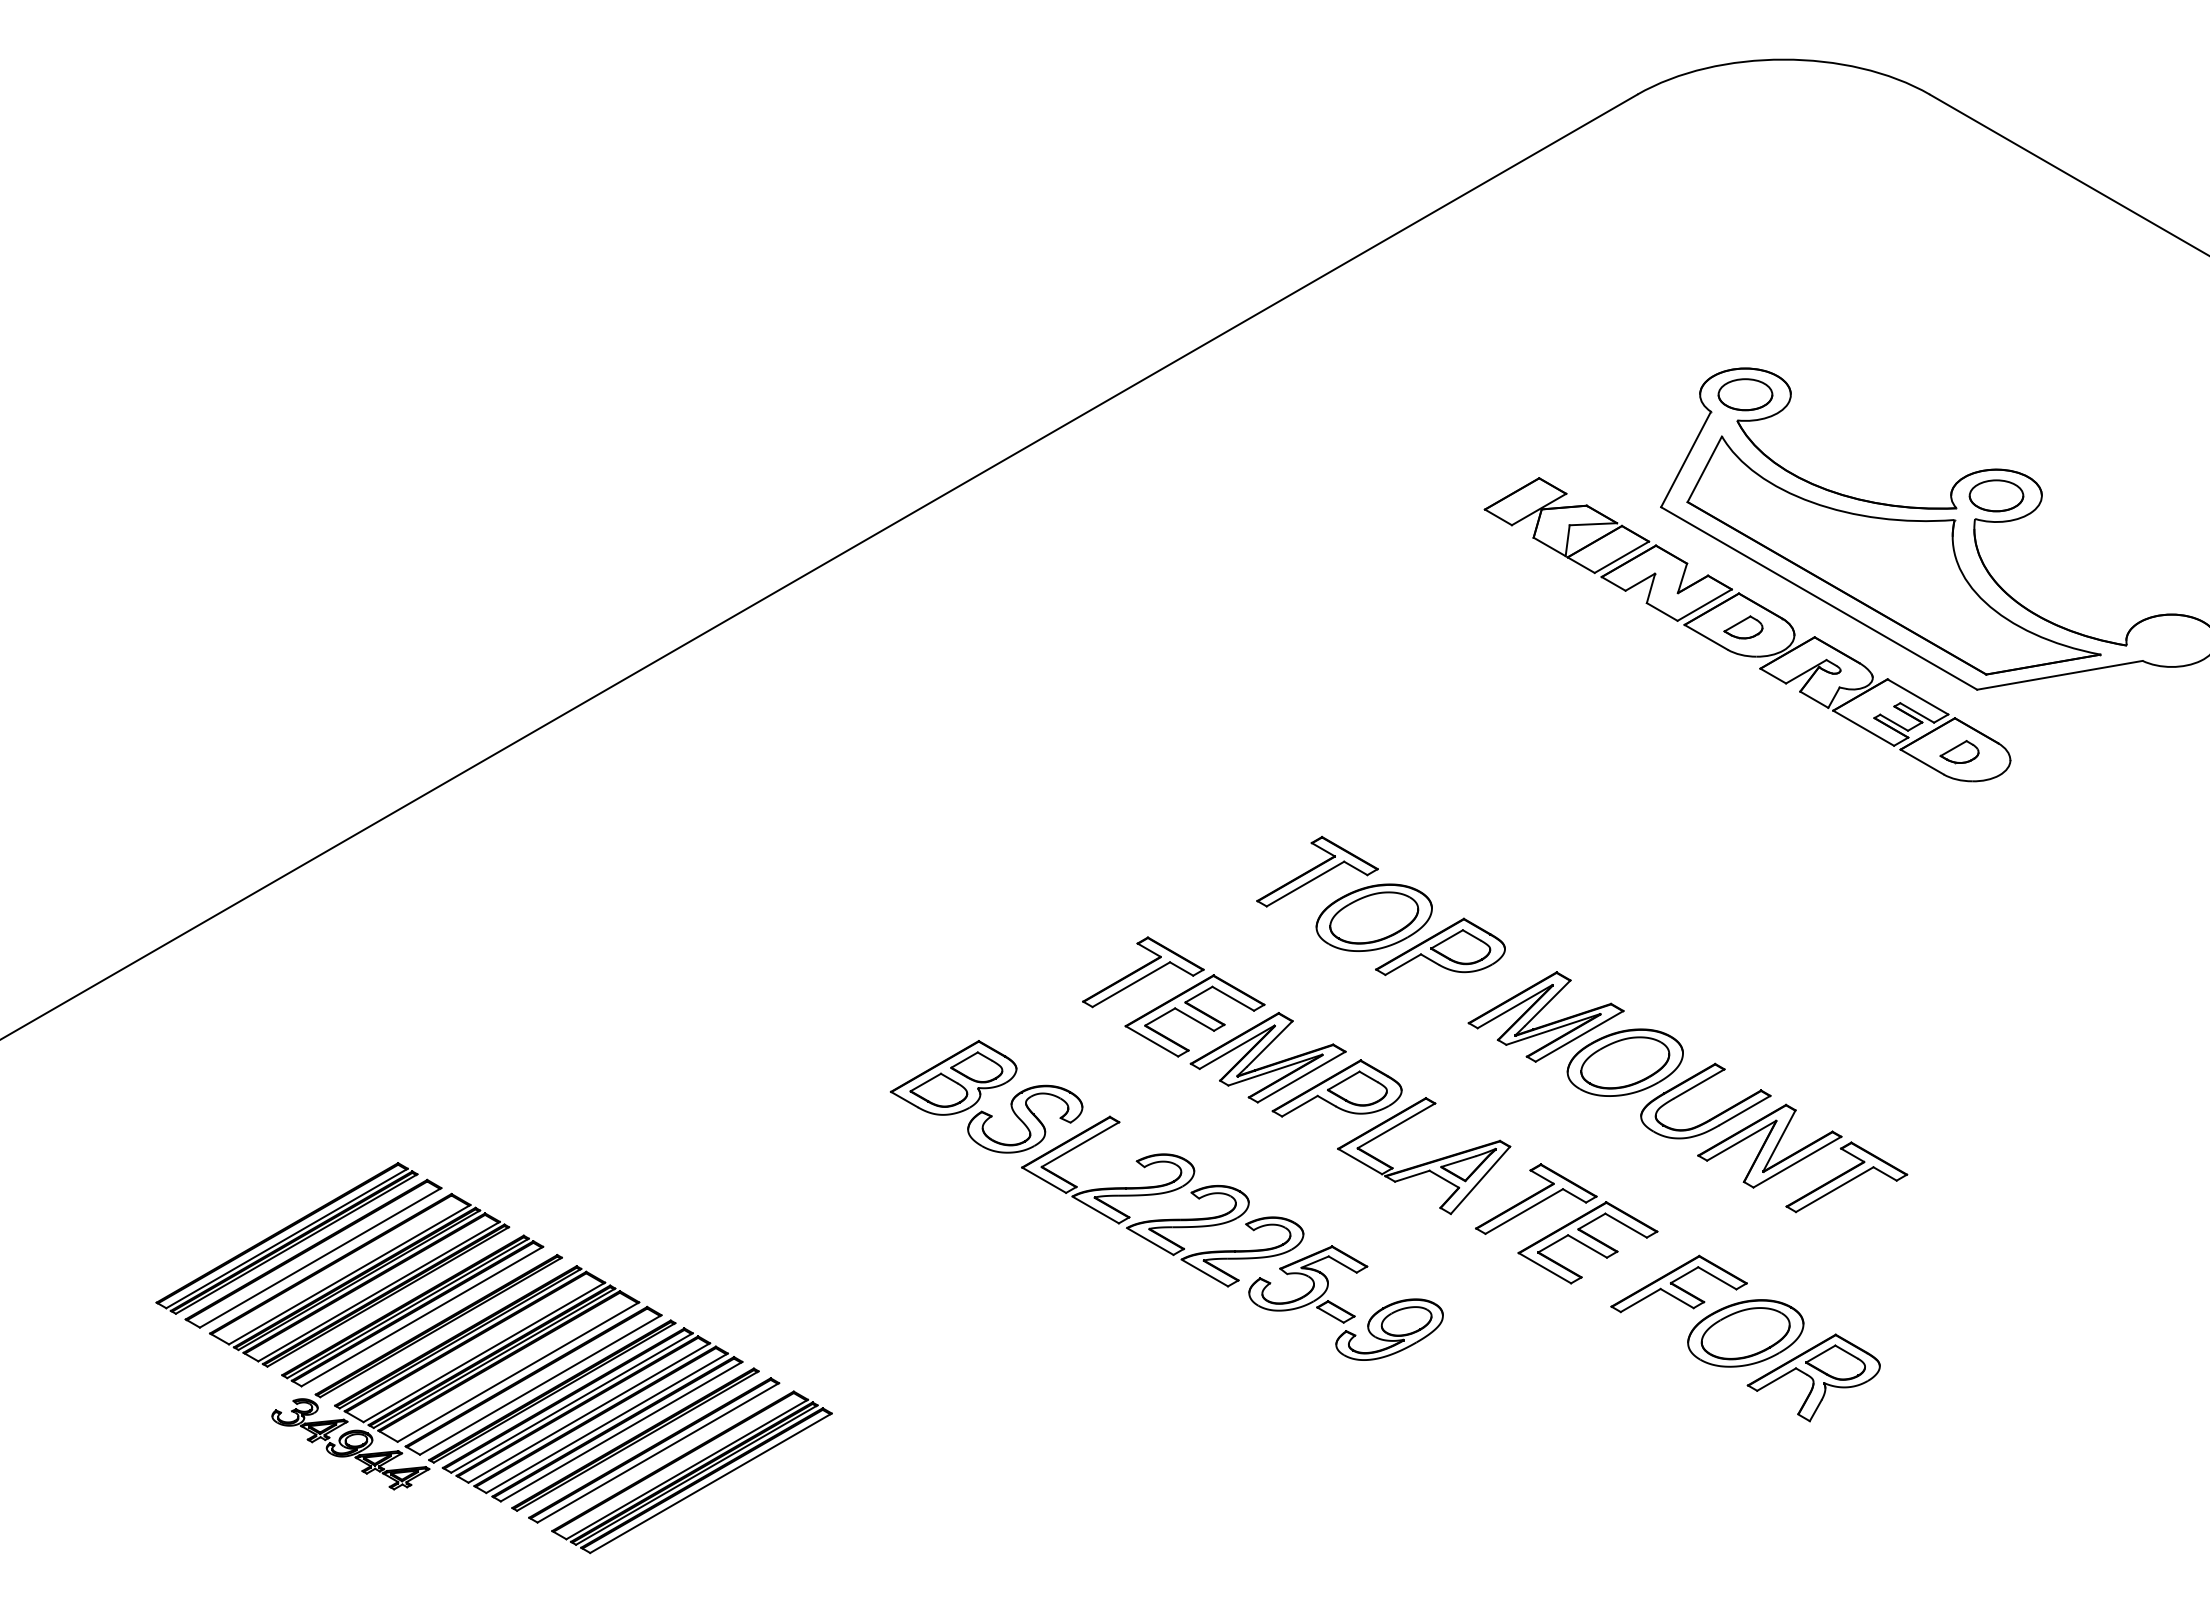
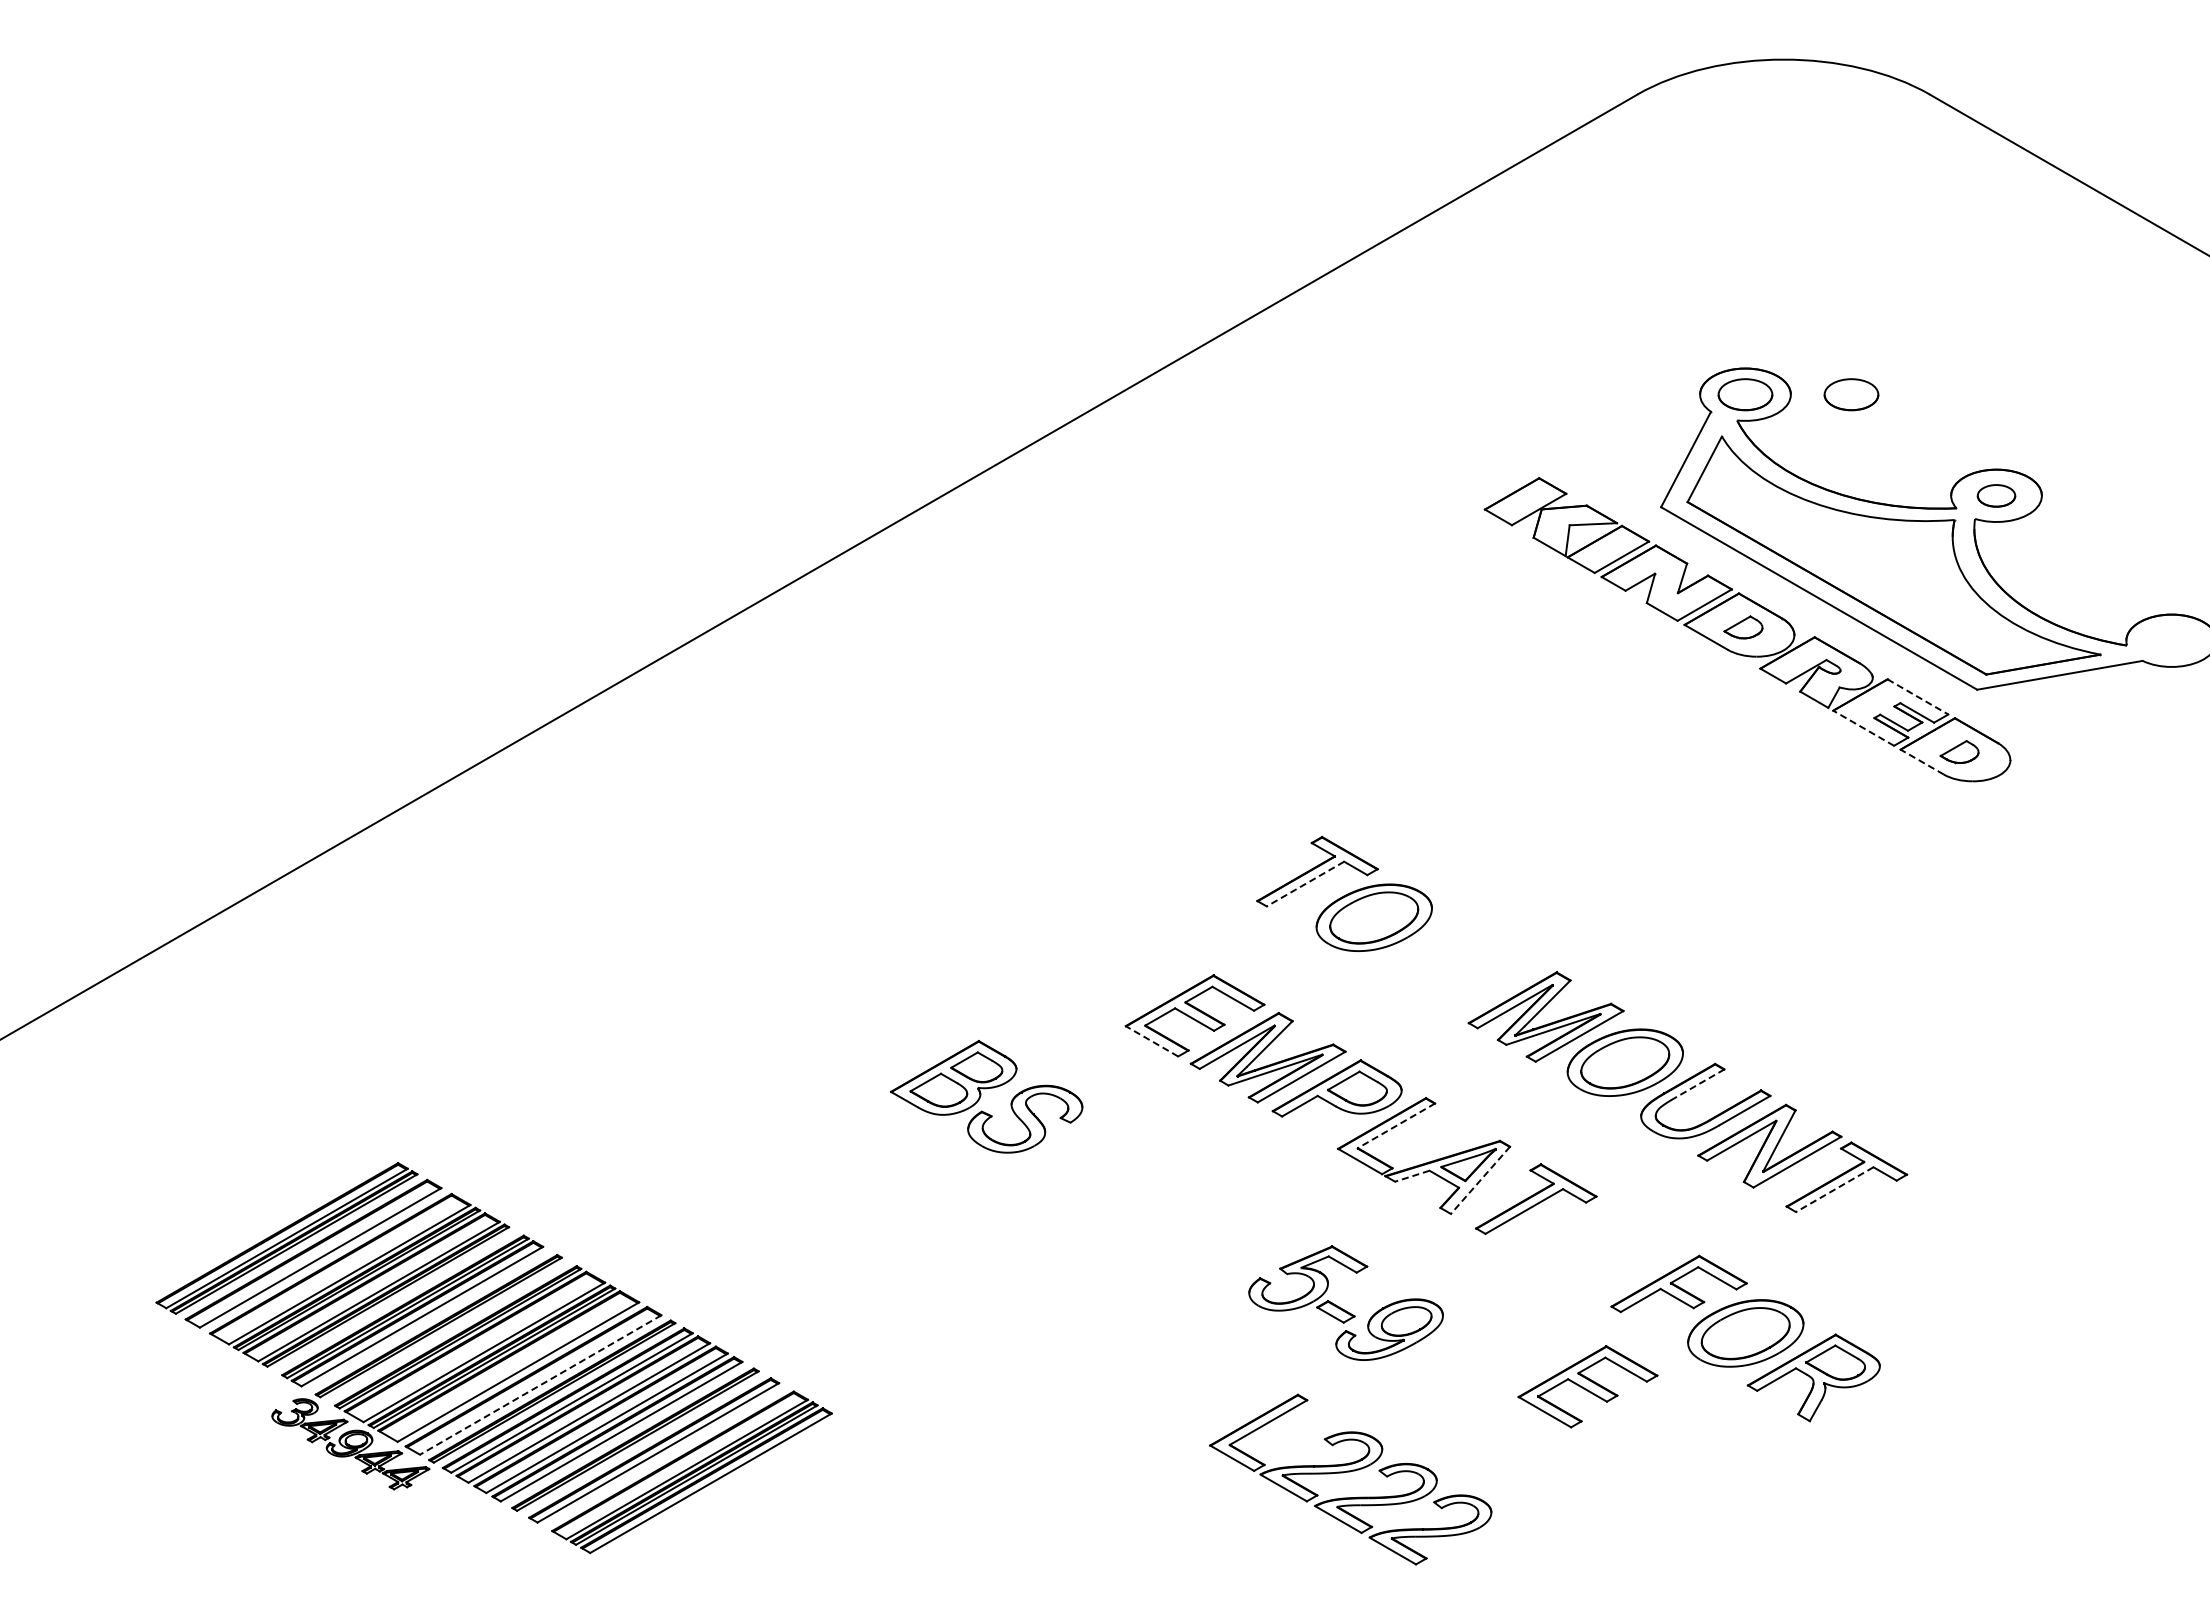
part at (1851, 394): none -> present
part at (1996, 495) size: 57x34 px -> 41x24 px
line at (1918, 697): solid -> dashed
line at (1863, 728): solid -> dashed
line at (1922, 762): solid -> dashed
line at (1305, 884): solid -> dashed
part at (1440, 946): present -> none
part at (1143, 972): present -> none
line at (1151, 1041): solid -> dashed
line at (1698, 1084): solid -> dashed
line at (1396, 1125): solid -> dashed
line at (1411, 1176): solid -> dashed
line at (1480, 1180): solid -> dashed
line at (1834, 1189): solid -> dashed
part at (1162, 1194) position: (1162, 1194) -> (1350, 1472)
part at (1587, 1242) position: (1587, 1242) -> (1587, 1386)
line at (540, 1385): solid -> dashed
